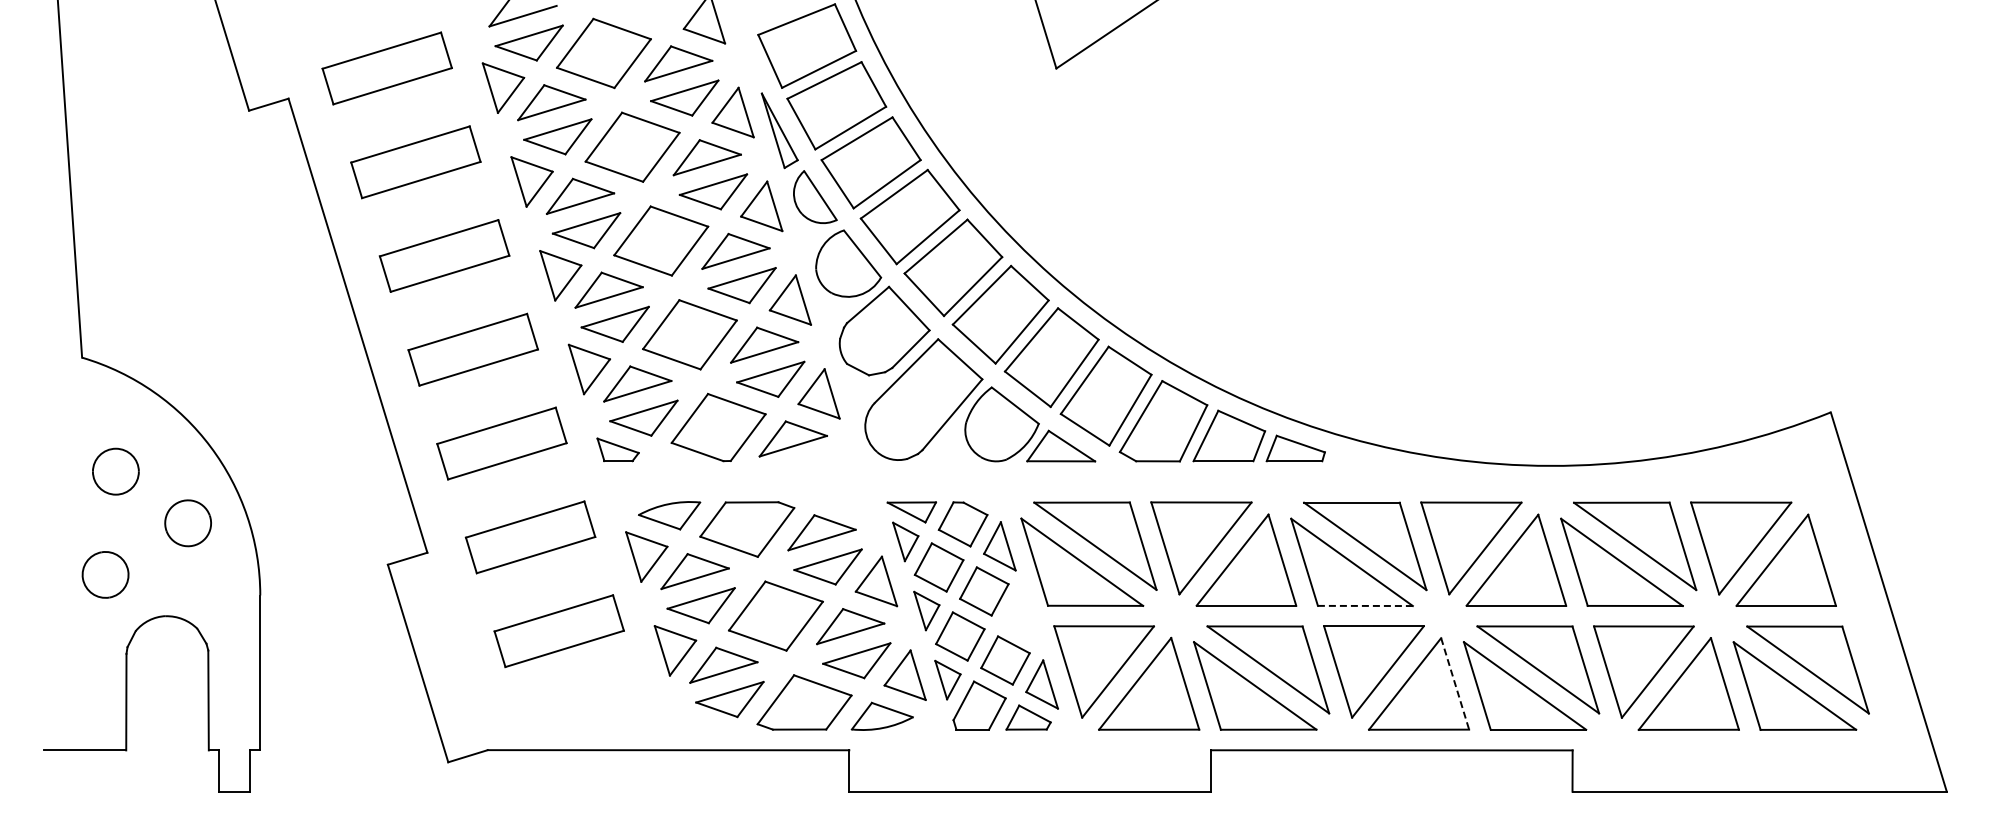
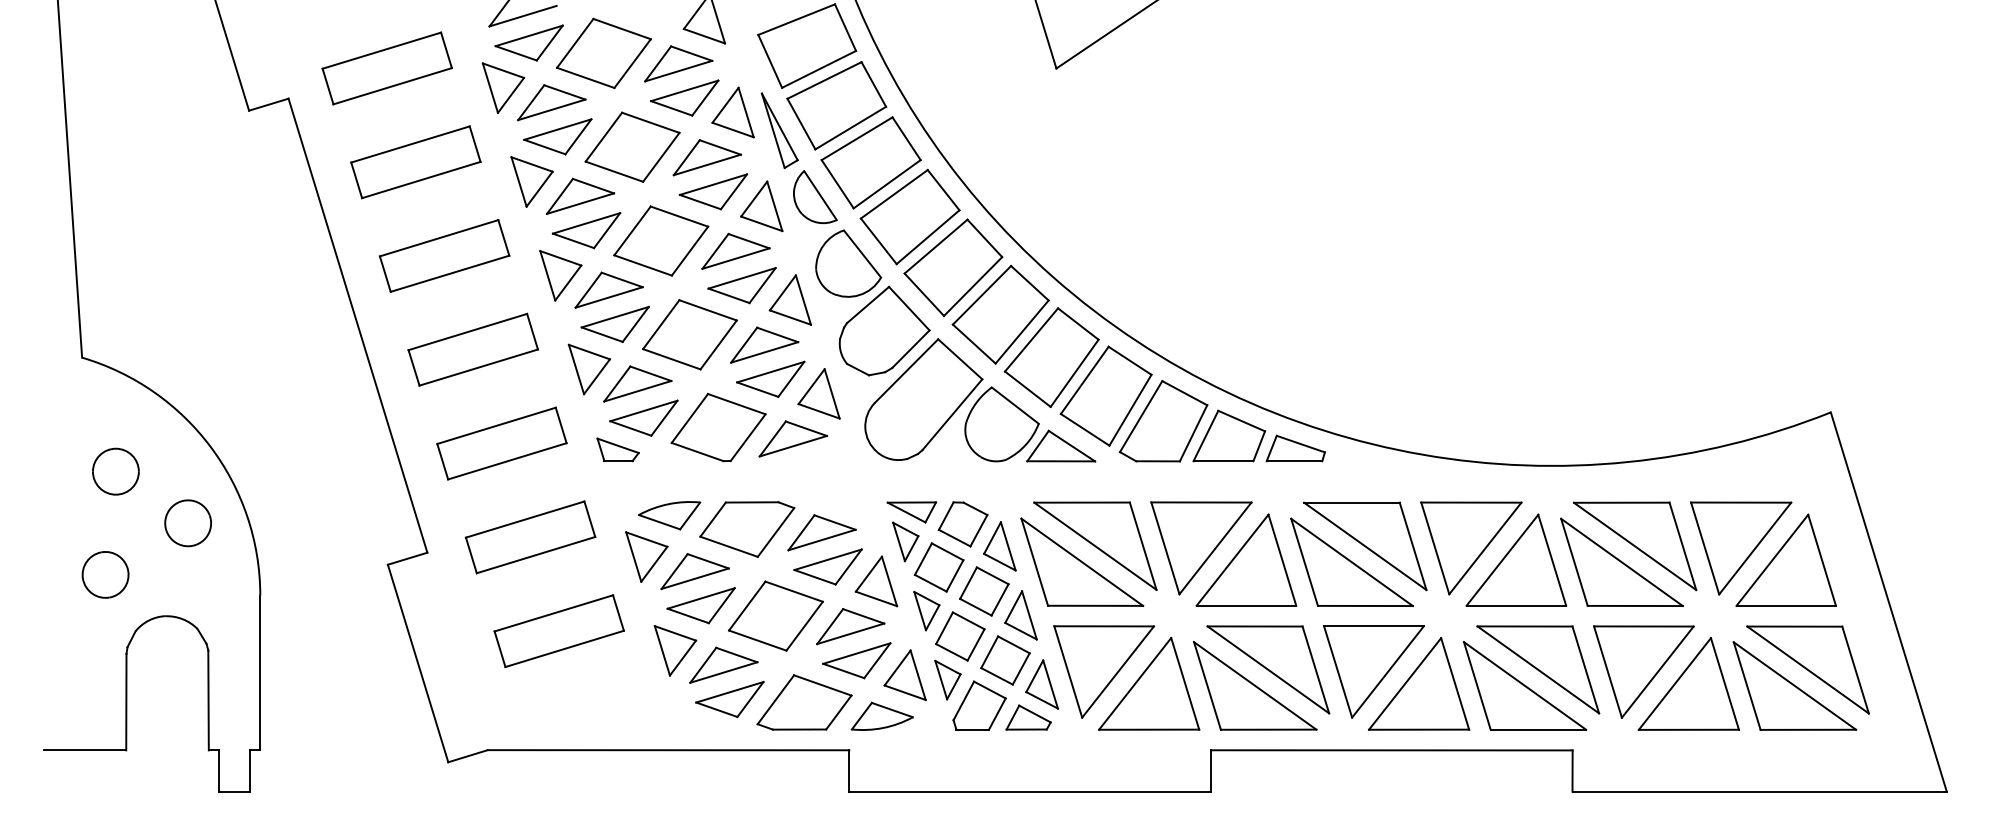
line at (1364, 605): dashed -> solid
part at (1020, 615): none -> present
line at (1455, 683): dashed -> solid
